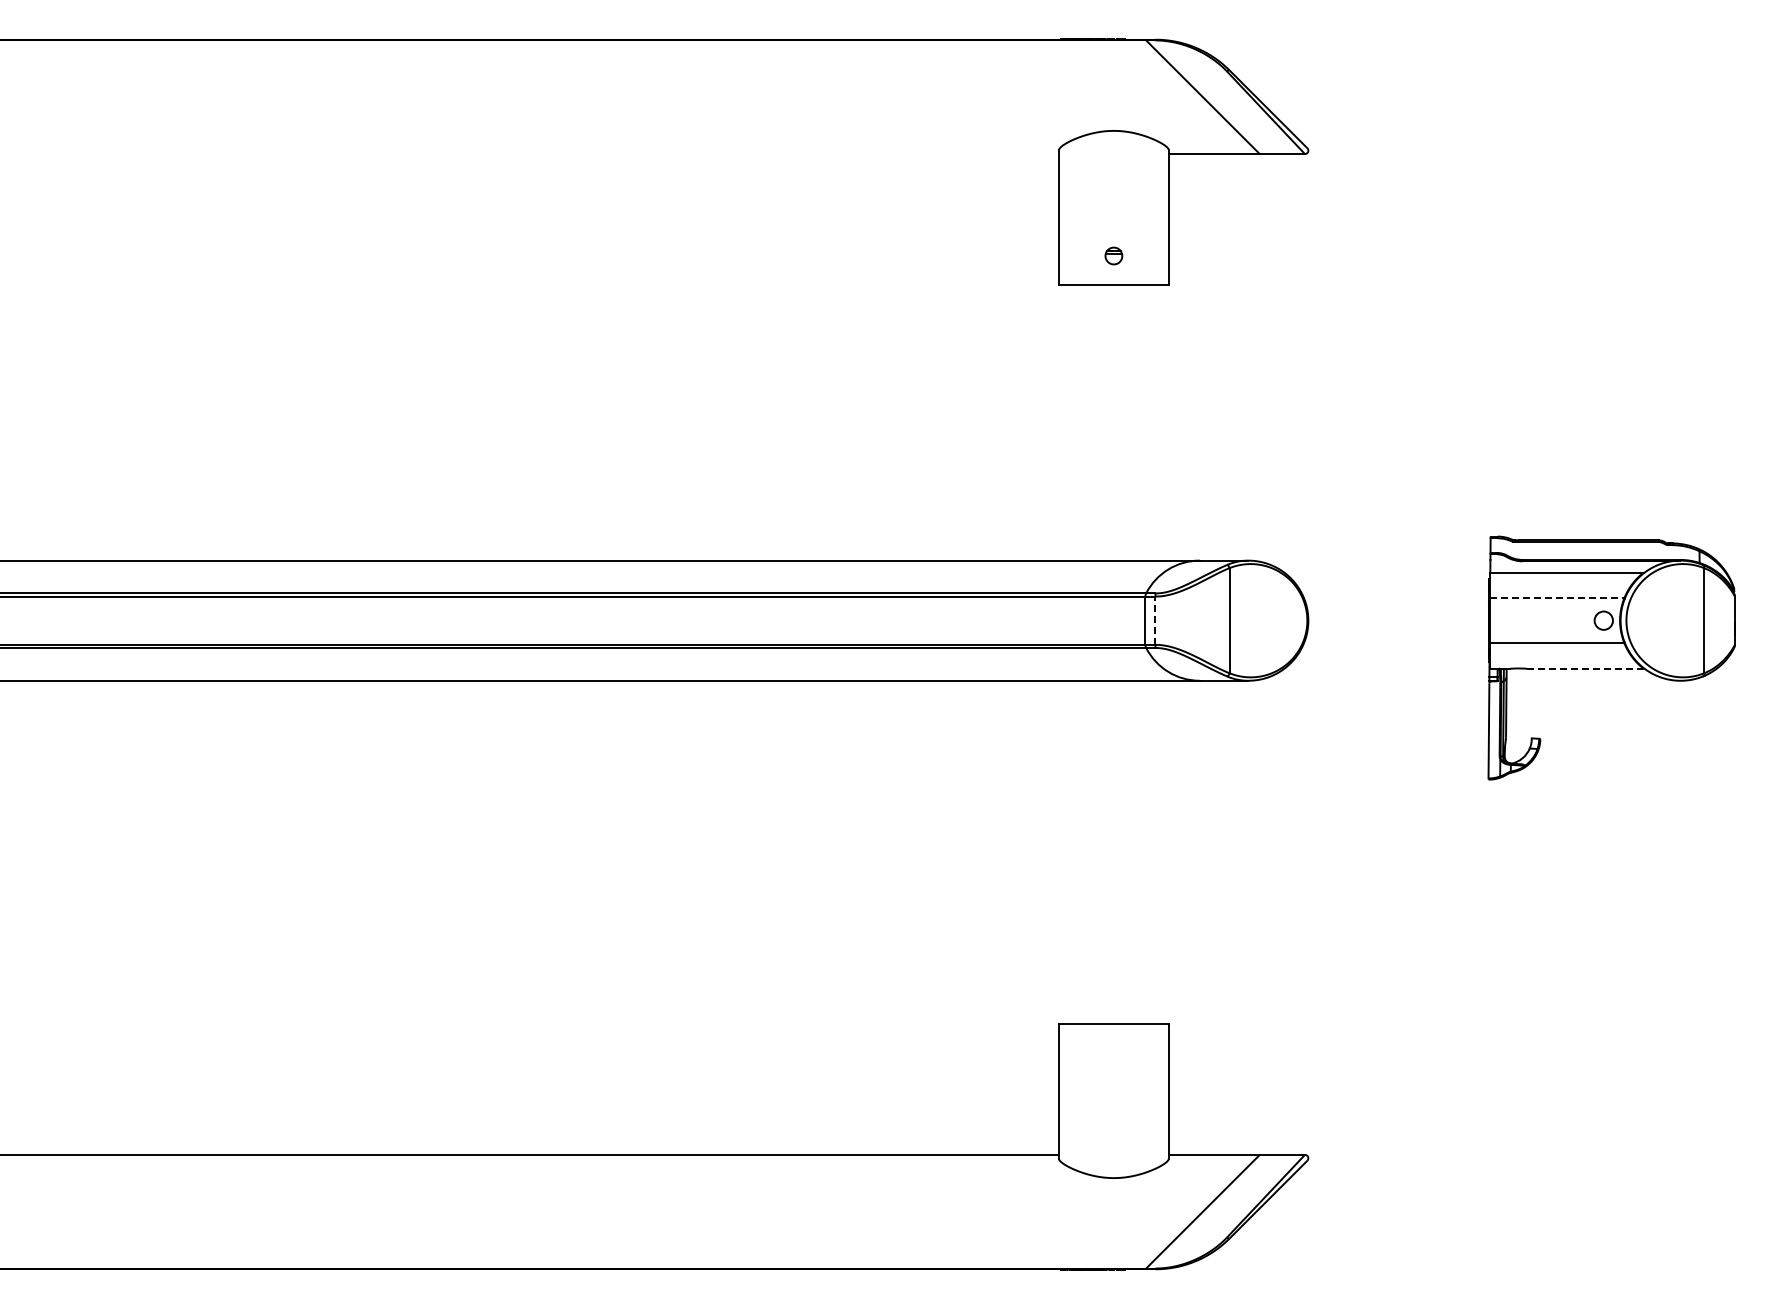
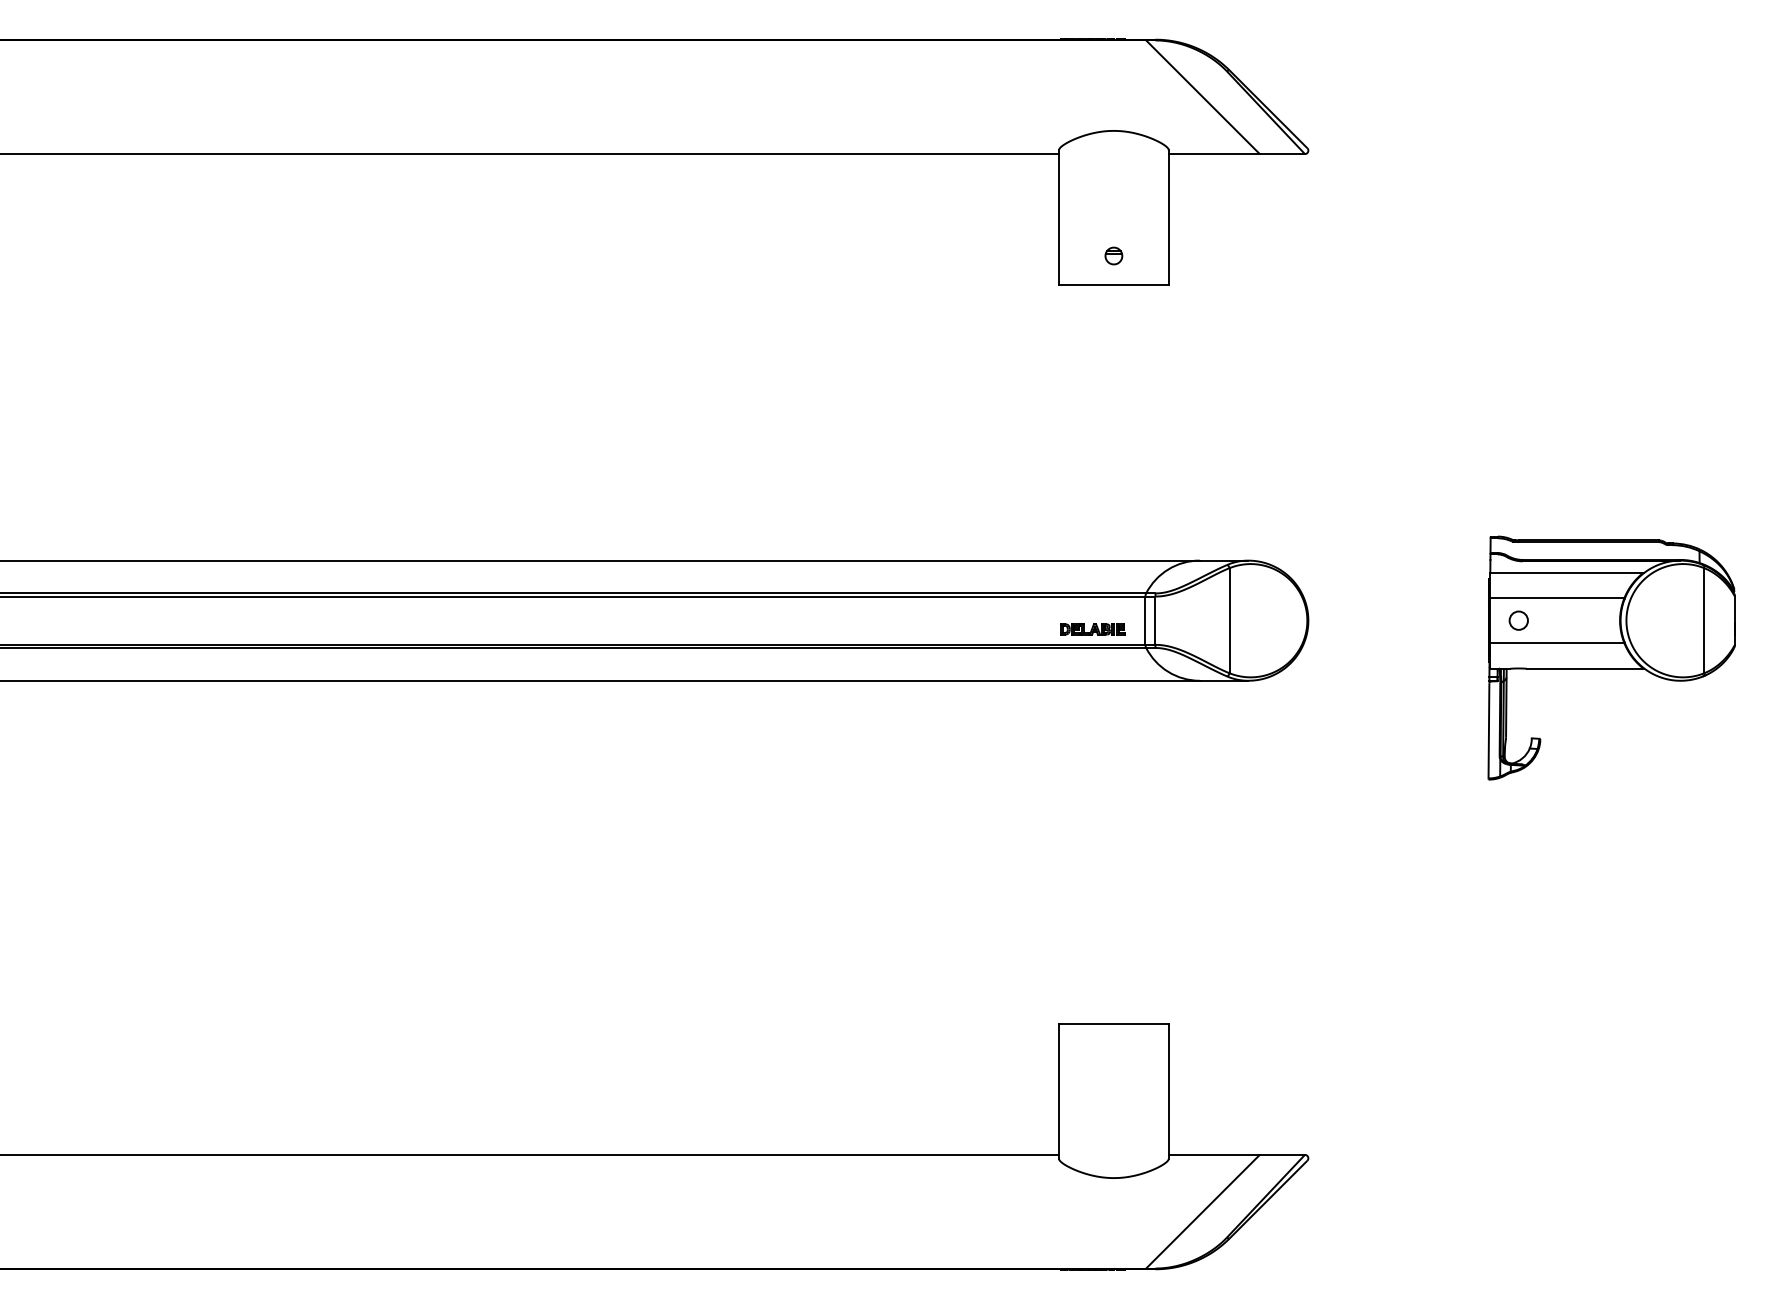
line at (530, 154): none -> present
line at (1557, 598): dashed -> solid
line at (1155, 620): dashed -> solid
circle at (1603, 620) position: (1603, 620) -> (1518, 620)
part at (1092, 629): none -> present
line at (1585, 668): dashed -> solid
